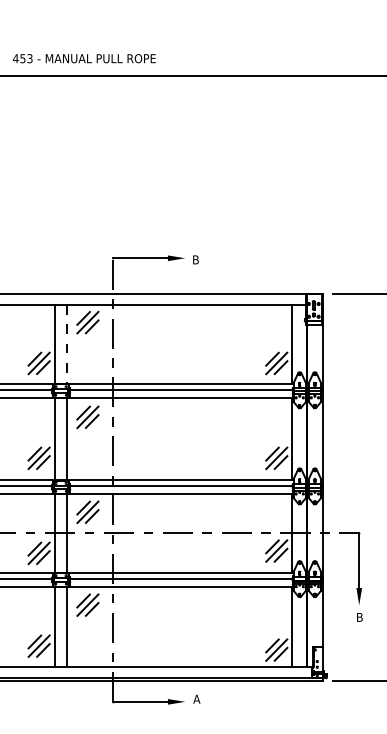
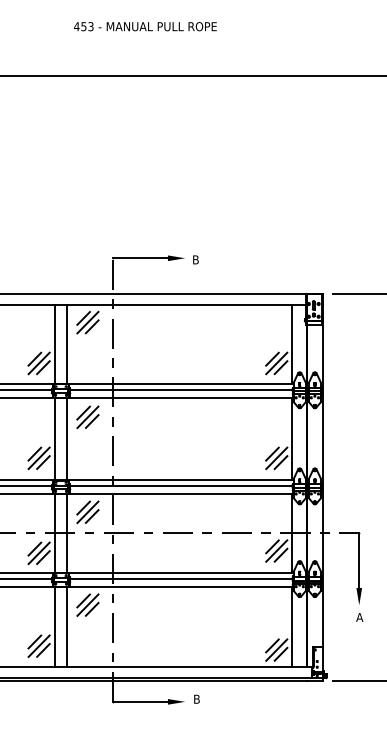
text at (84, 58) position: (84, 58) -> (145, 26)
line at (67, 345): dashed -> solid
text at (359, 617): B -> A
text at (196, 698): A -> B
